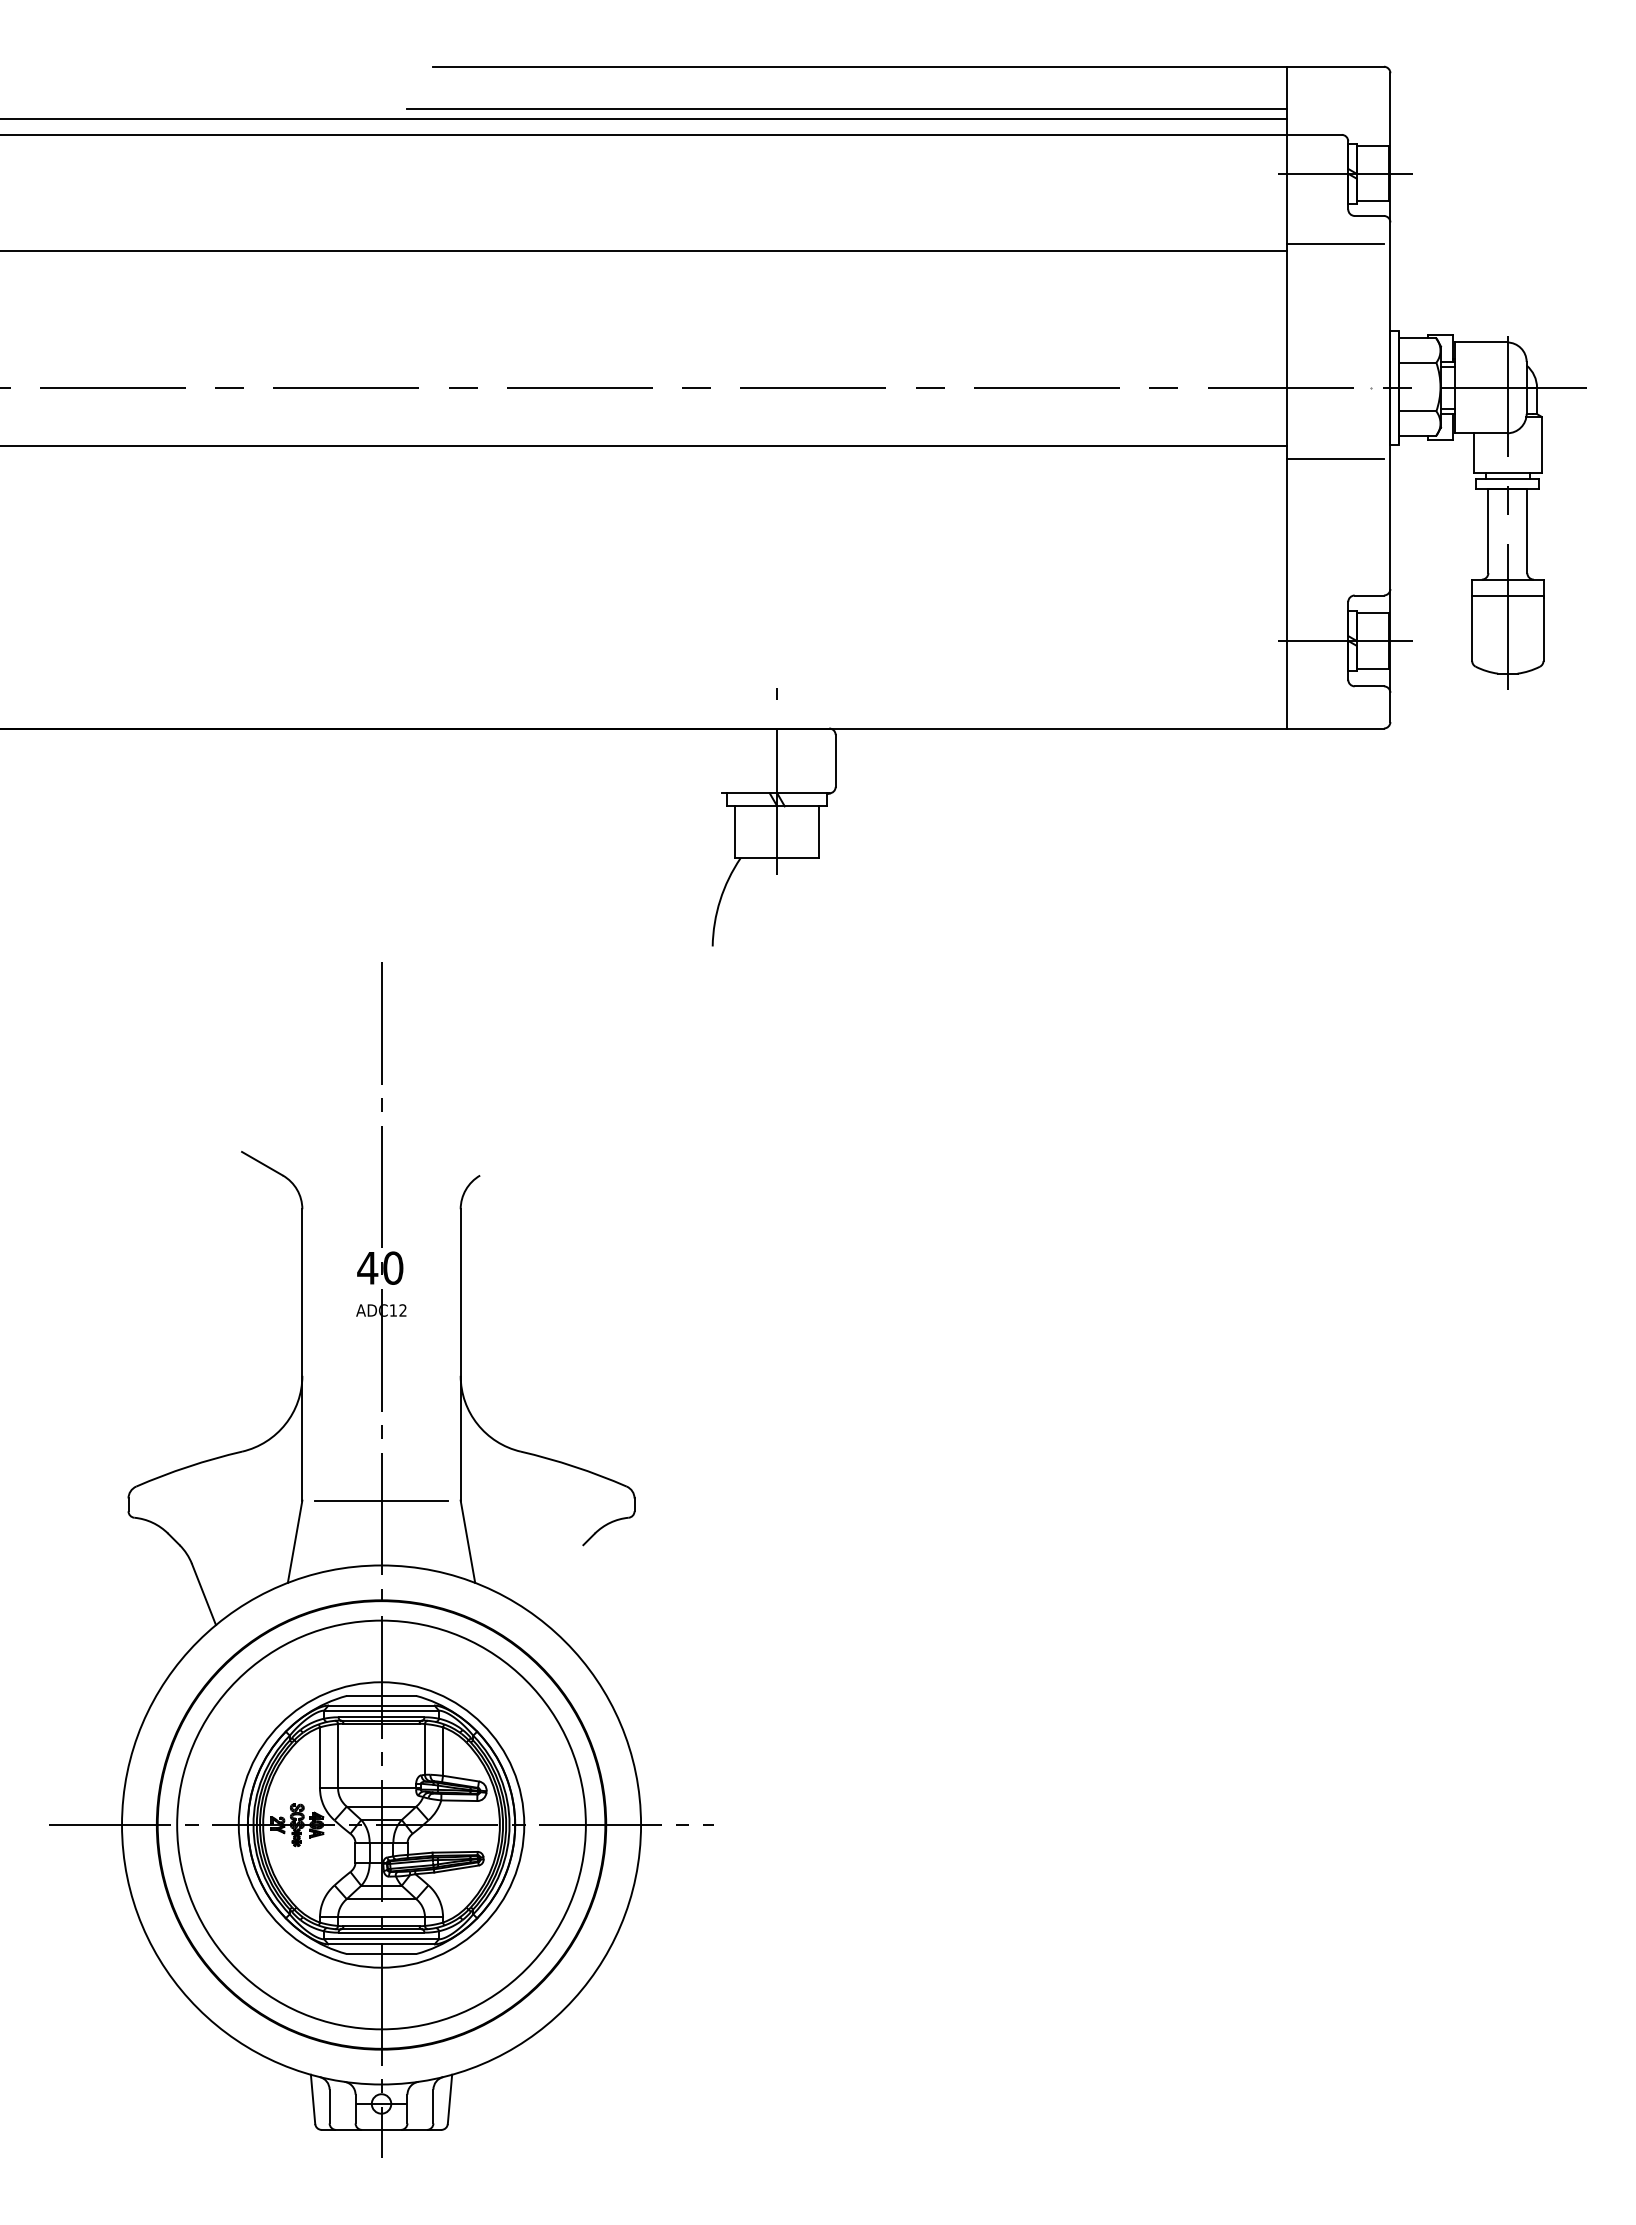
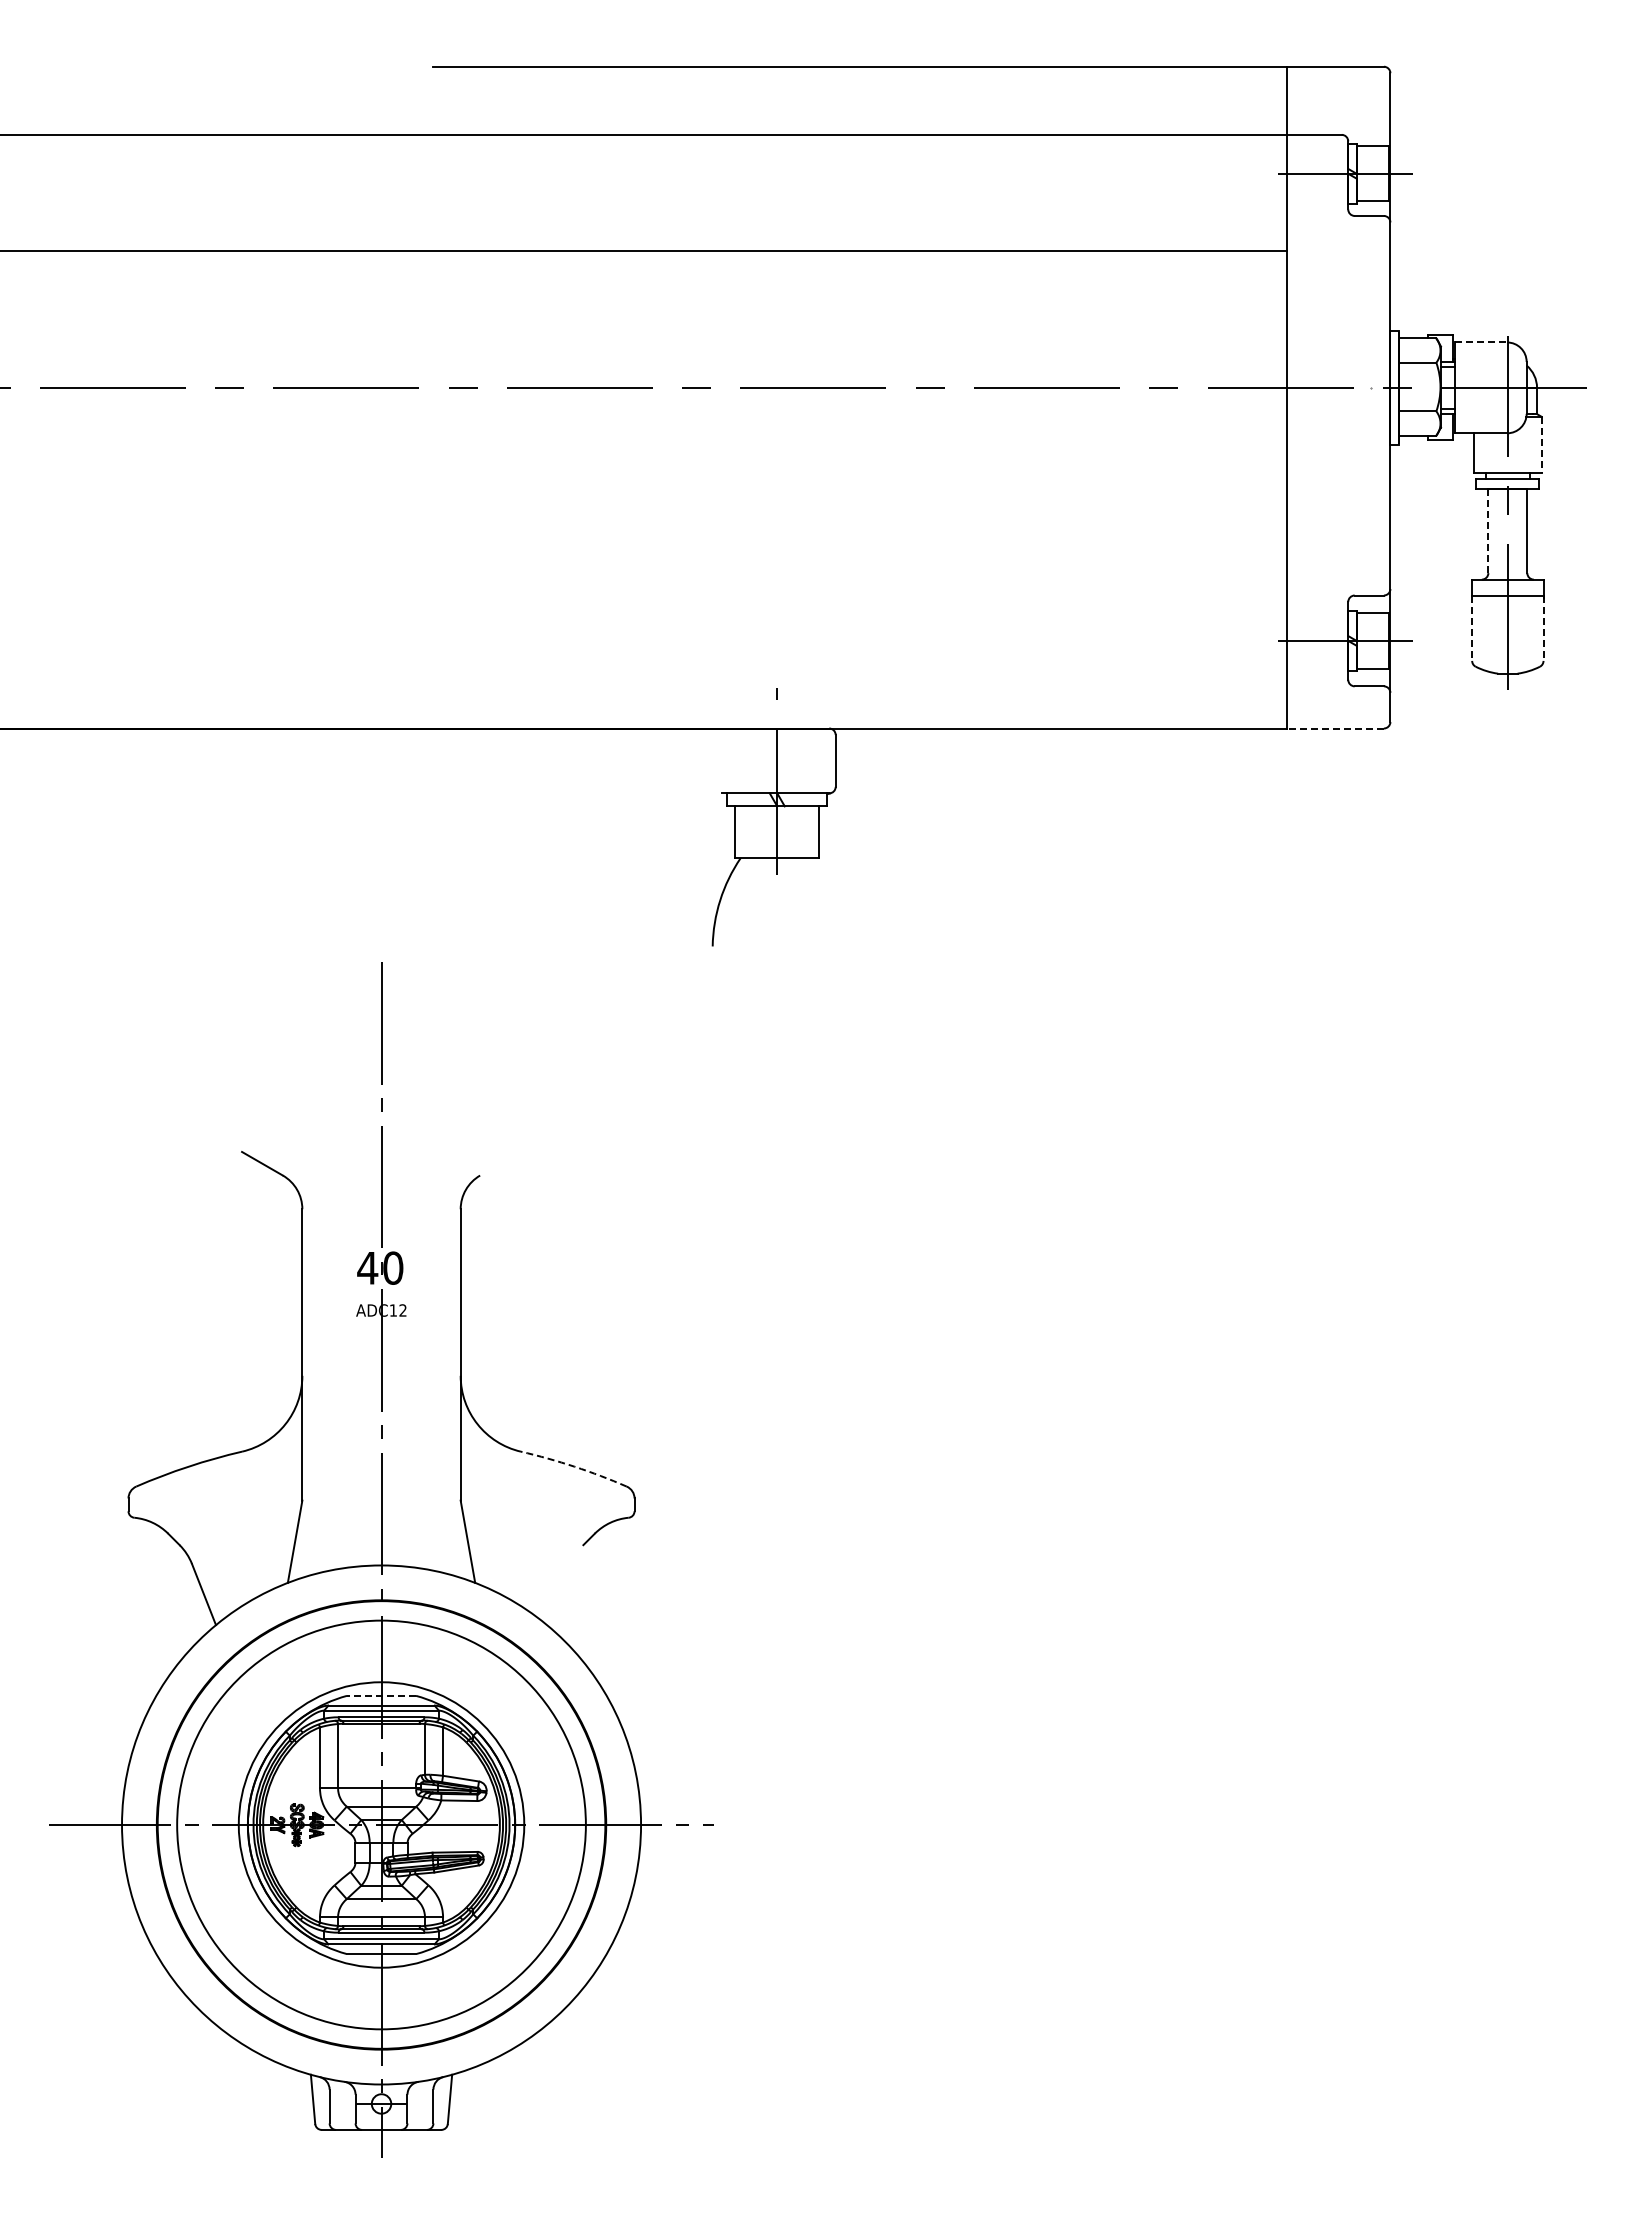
line at (846, 108): present -> none
line at (644, 118): present -> none
line at (1334, 244): present -> none
line at (1481, 342): solid -> dashed
line at (644, 445): present -> none
line at (1541, 445): solid -> dashed
line at (1334, 459): present -> none
line at (1488, 531): solid -> dashed
line at (1472, 628): solid -> dashed
line at (1543, 628): solid -> dashed
line at (1335, 728): solid -> dashed
arc at (574, 1466): solid -> dashed
line at (381, 1500): present -> none
line at (381, 1695): solid -> dashed
